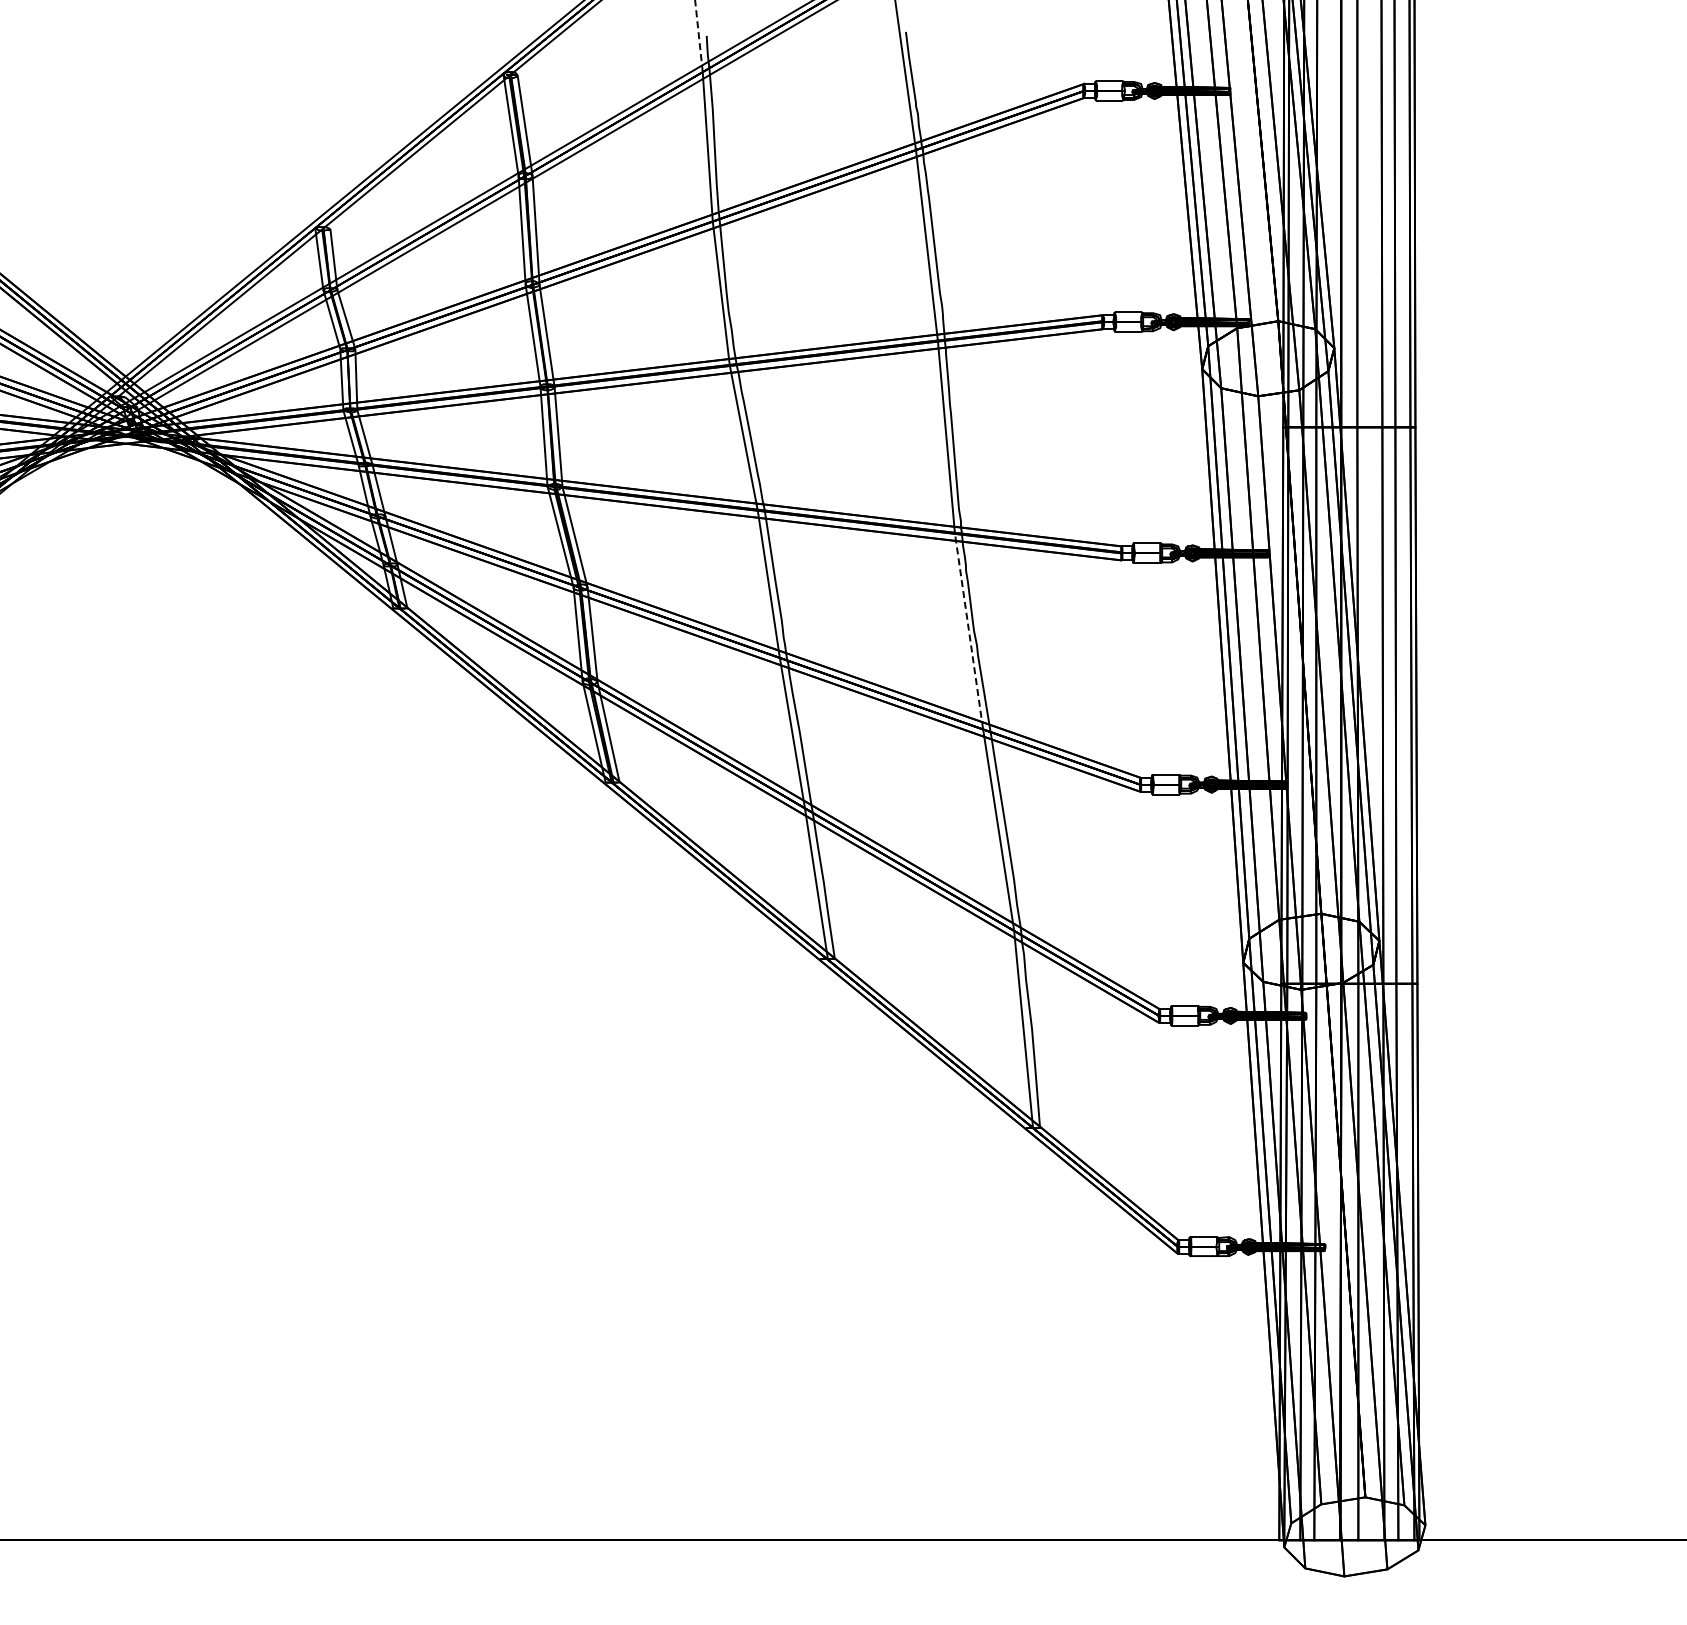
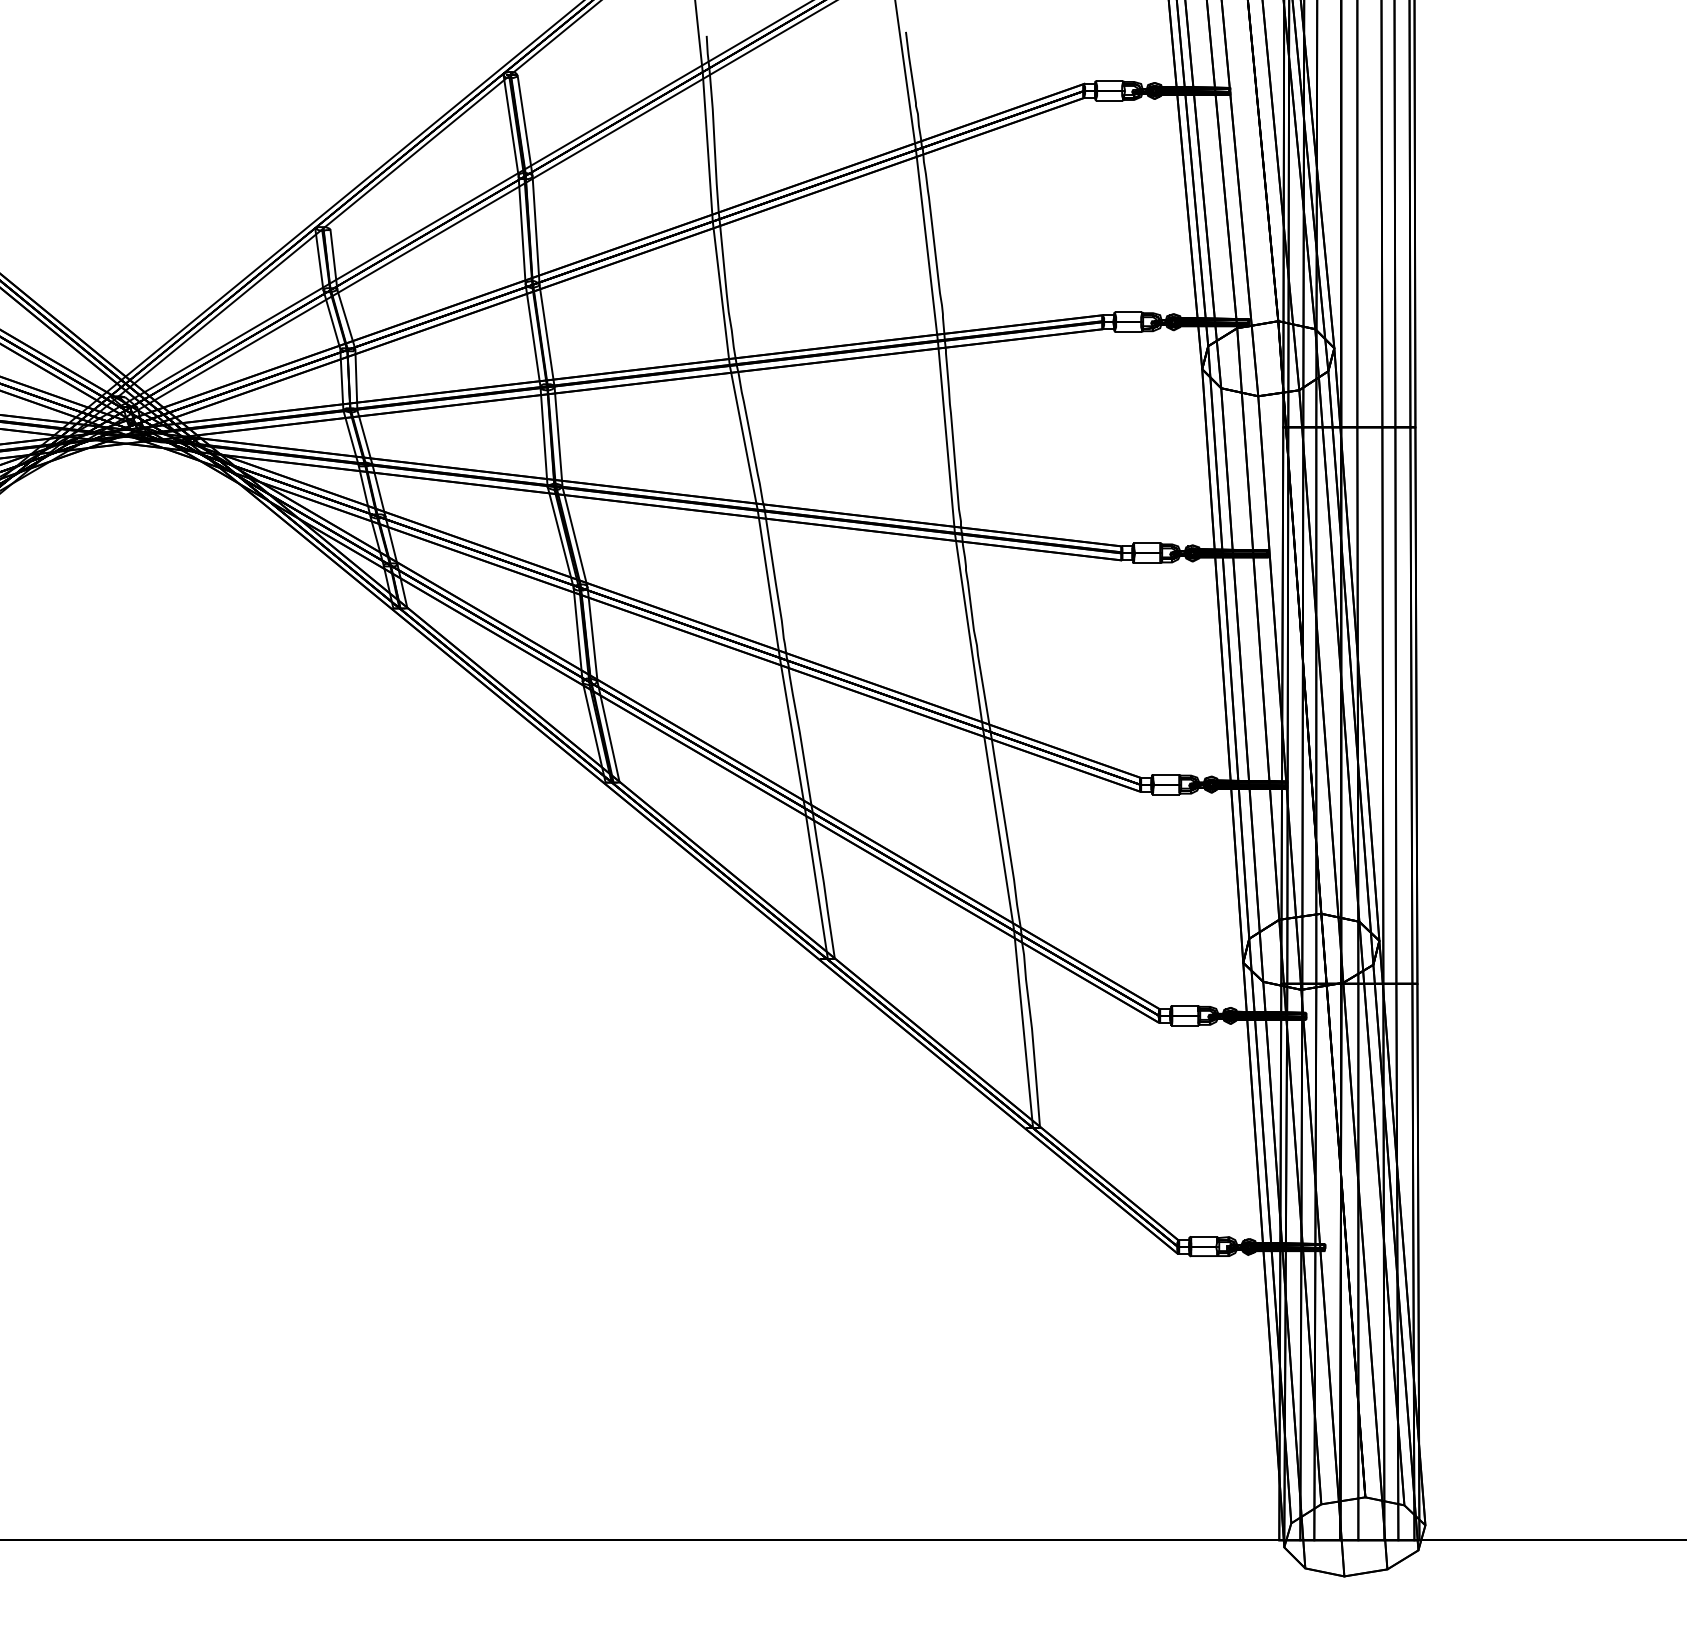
line at (698, 36): dashed -> solid
line at (968, 631): dashed -> solid
